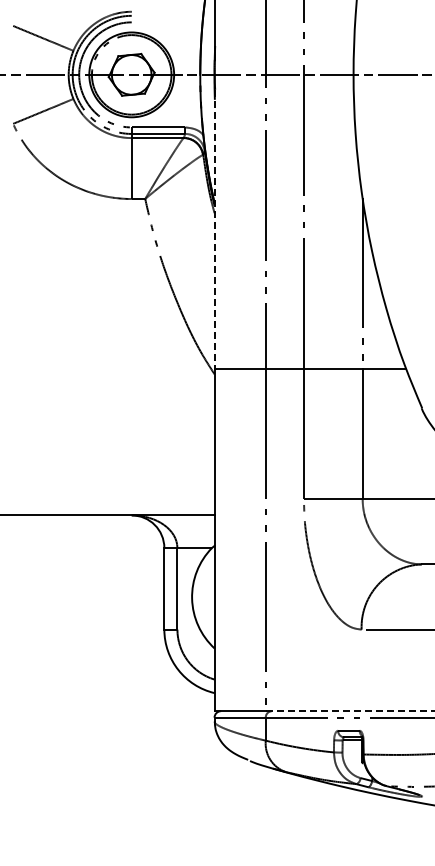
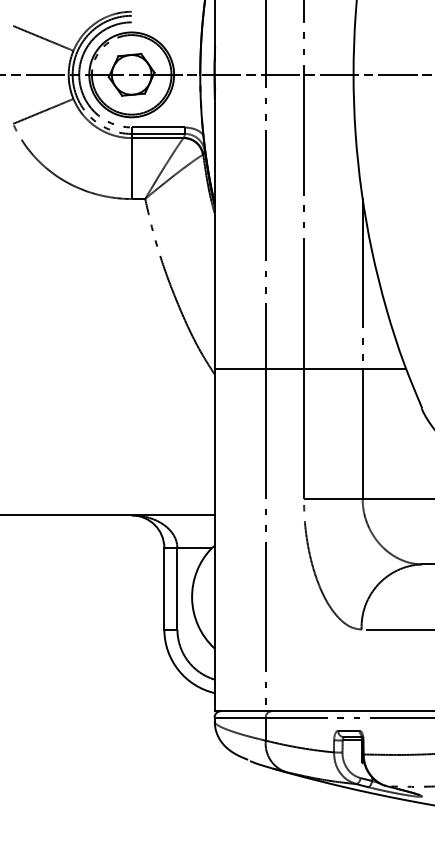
line at (214, 229): dashed -> solid
line at (350, 711): dashed -> solid
